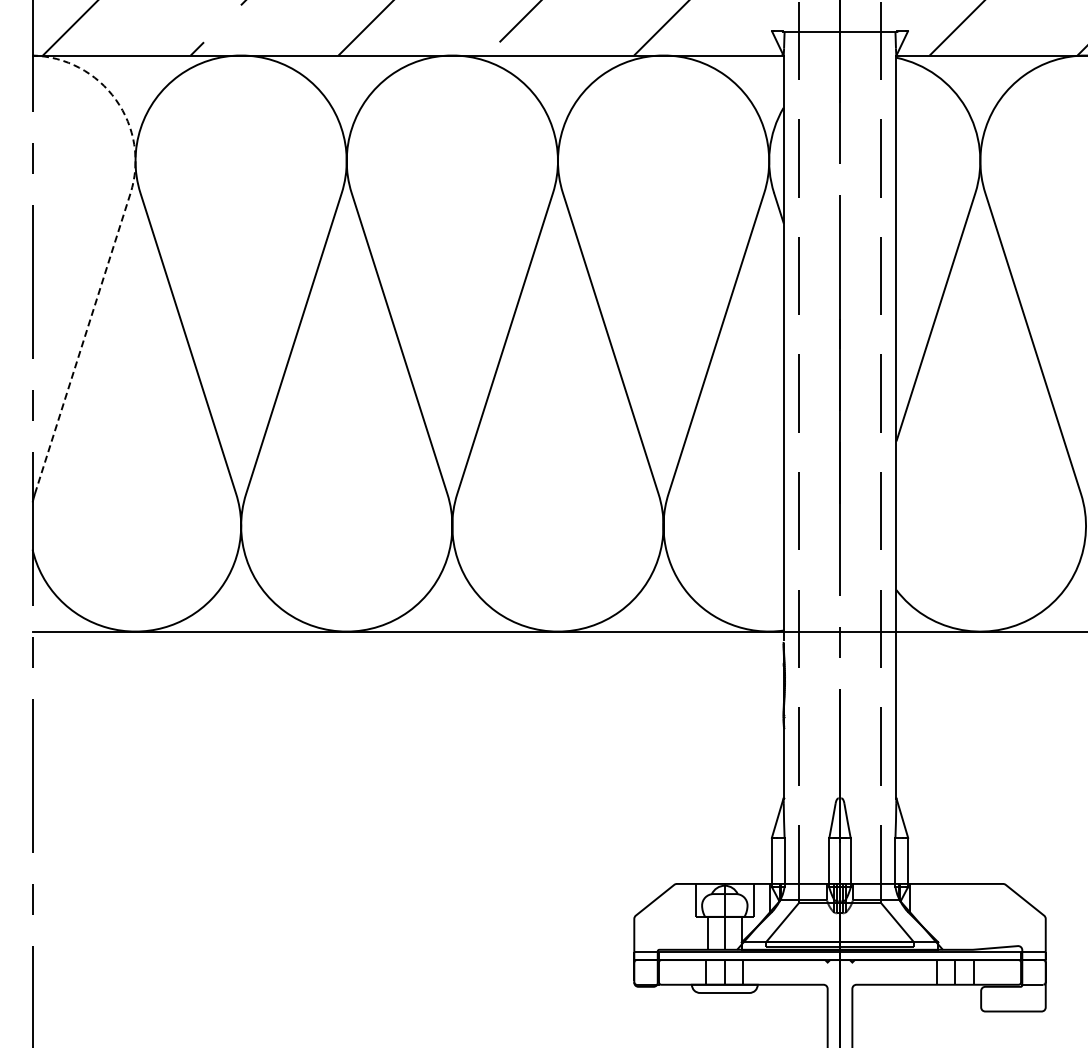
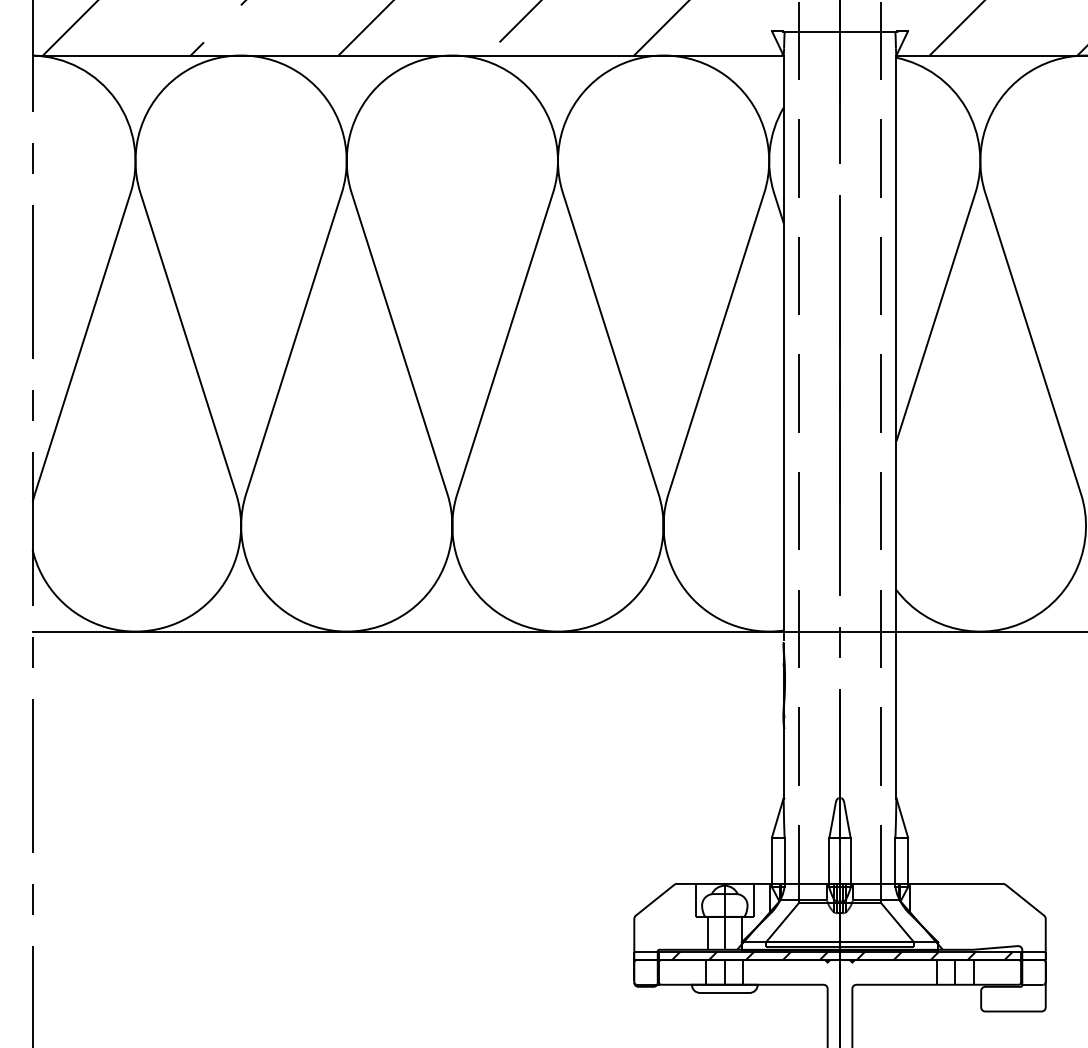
line at (116, 236): dashed -> solid
hatch at (842, 955): none -> present
